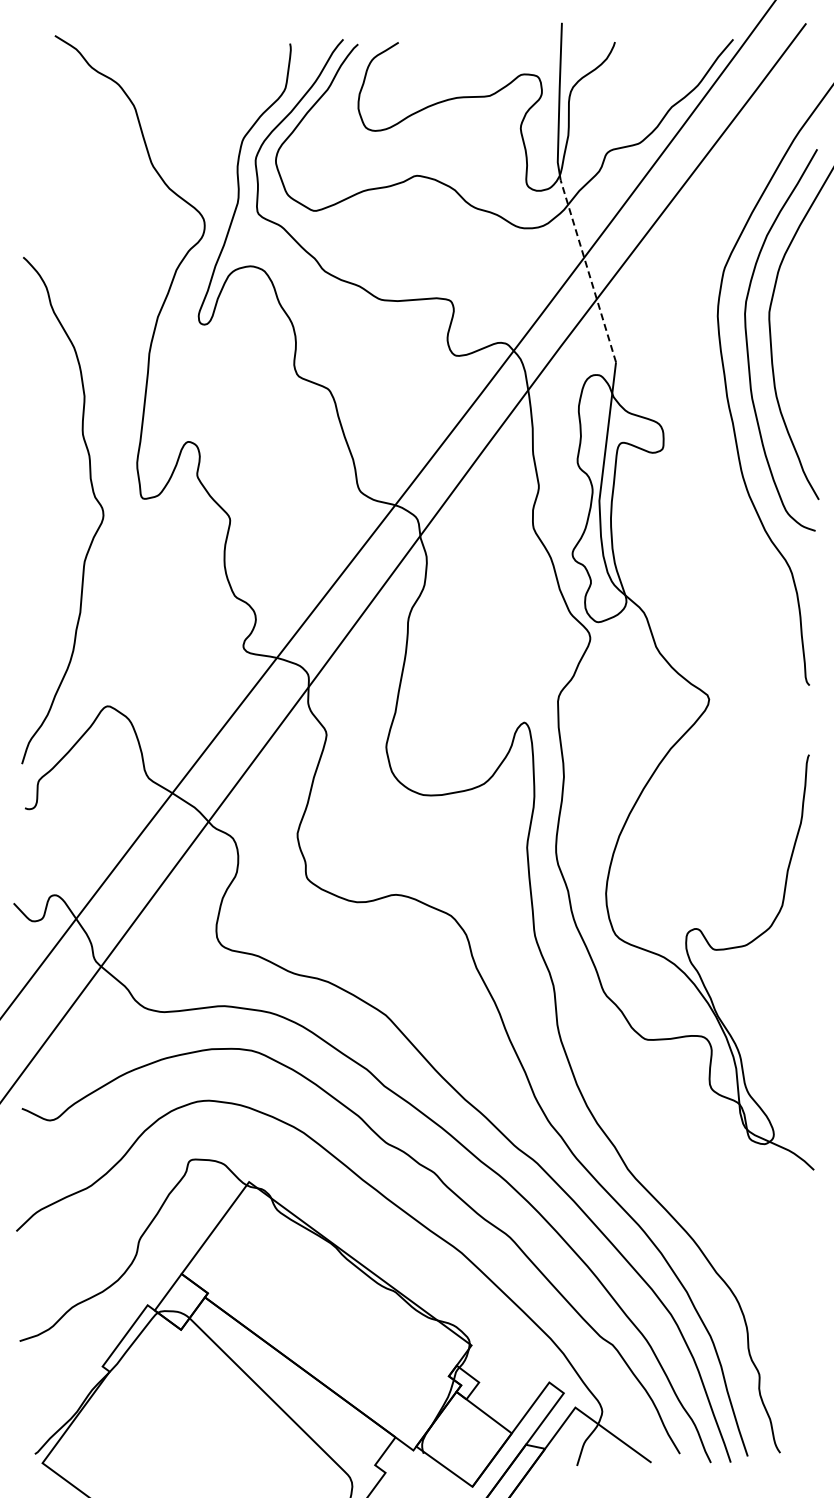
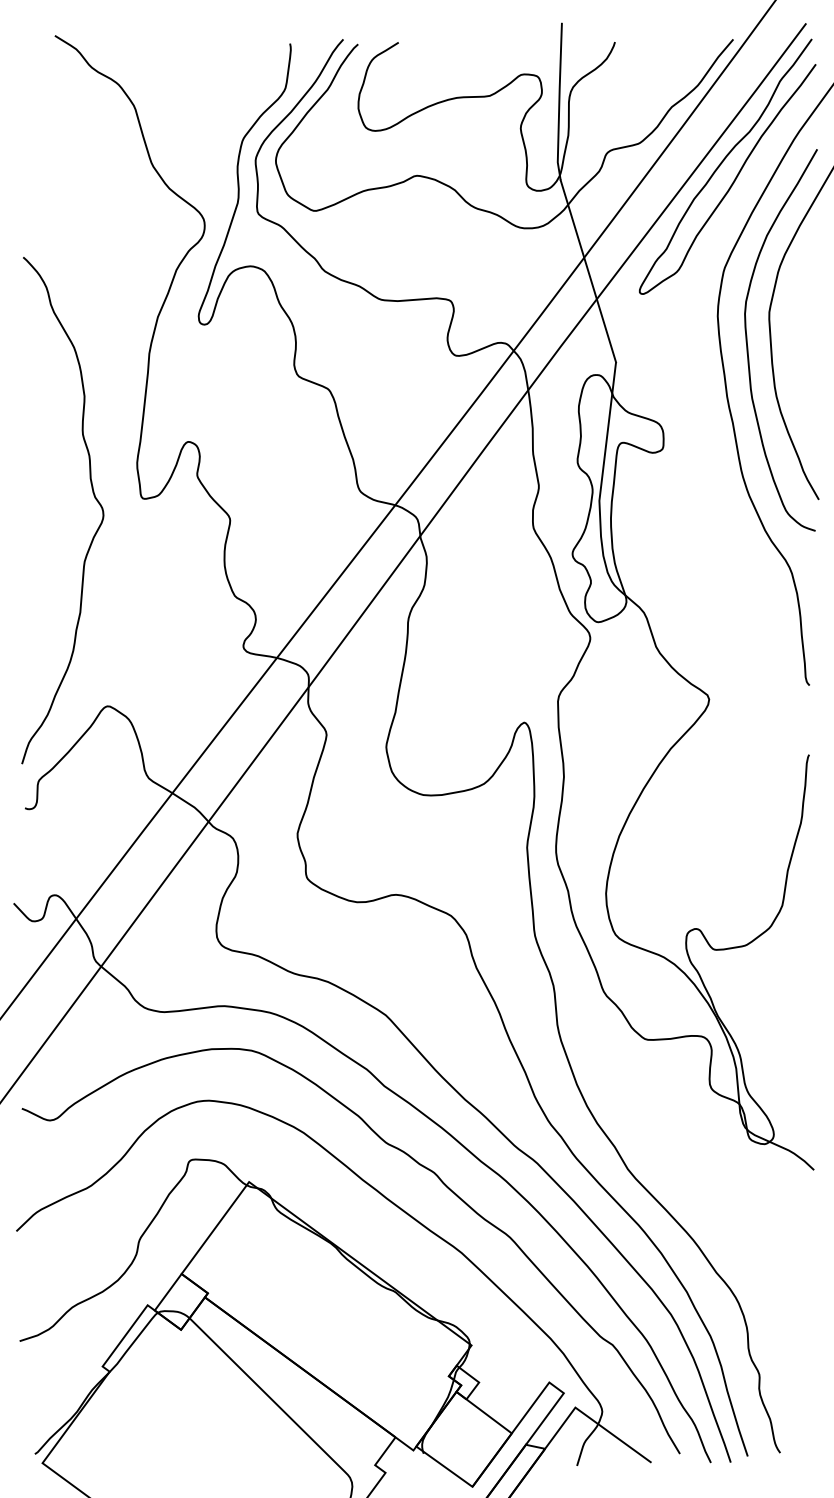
curve at (723, 162): none -> present
line at (588, 270): dashed -> solid
